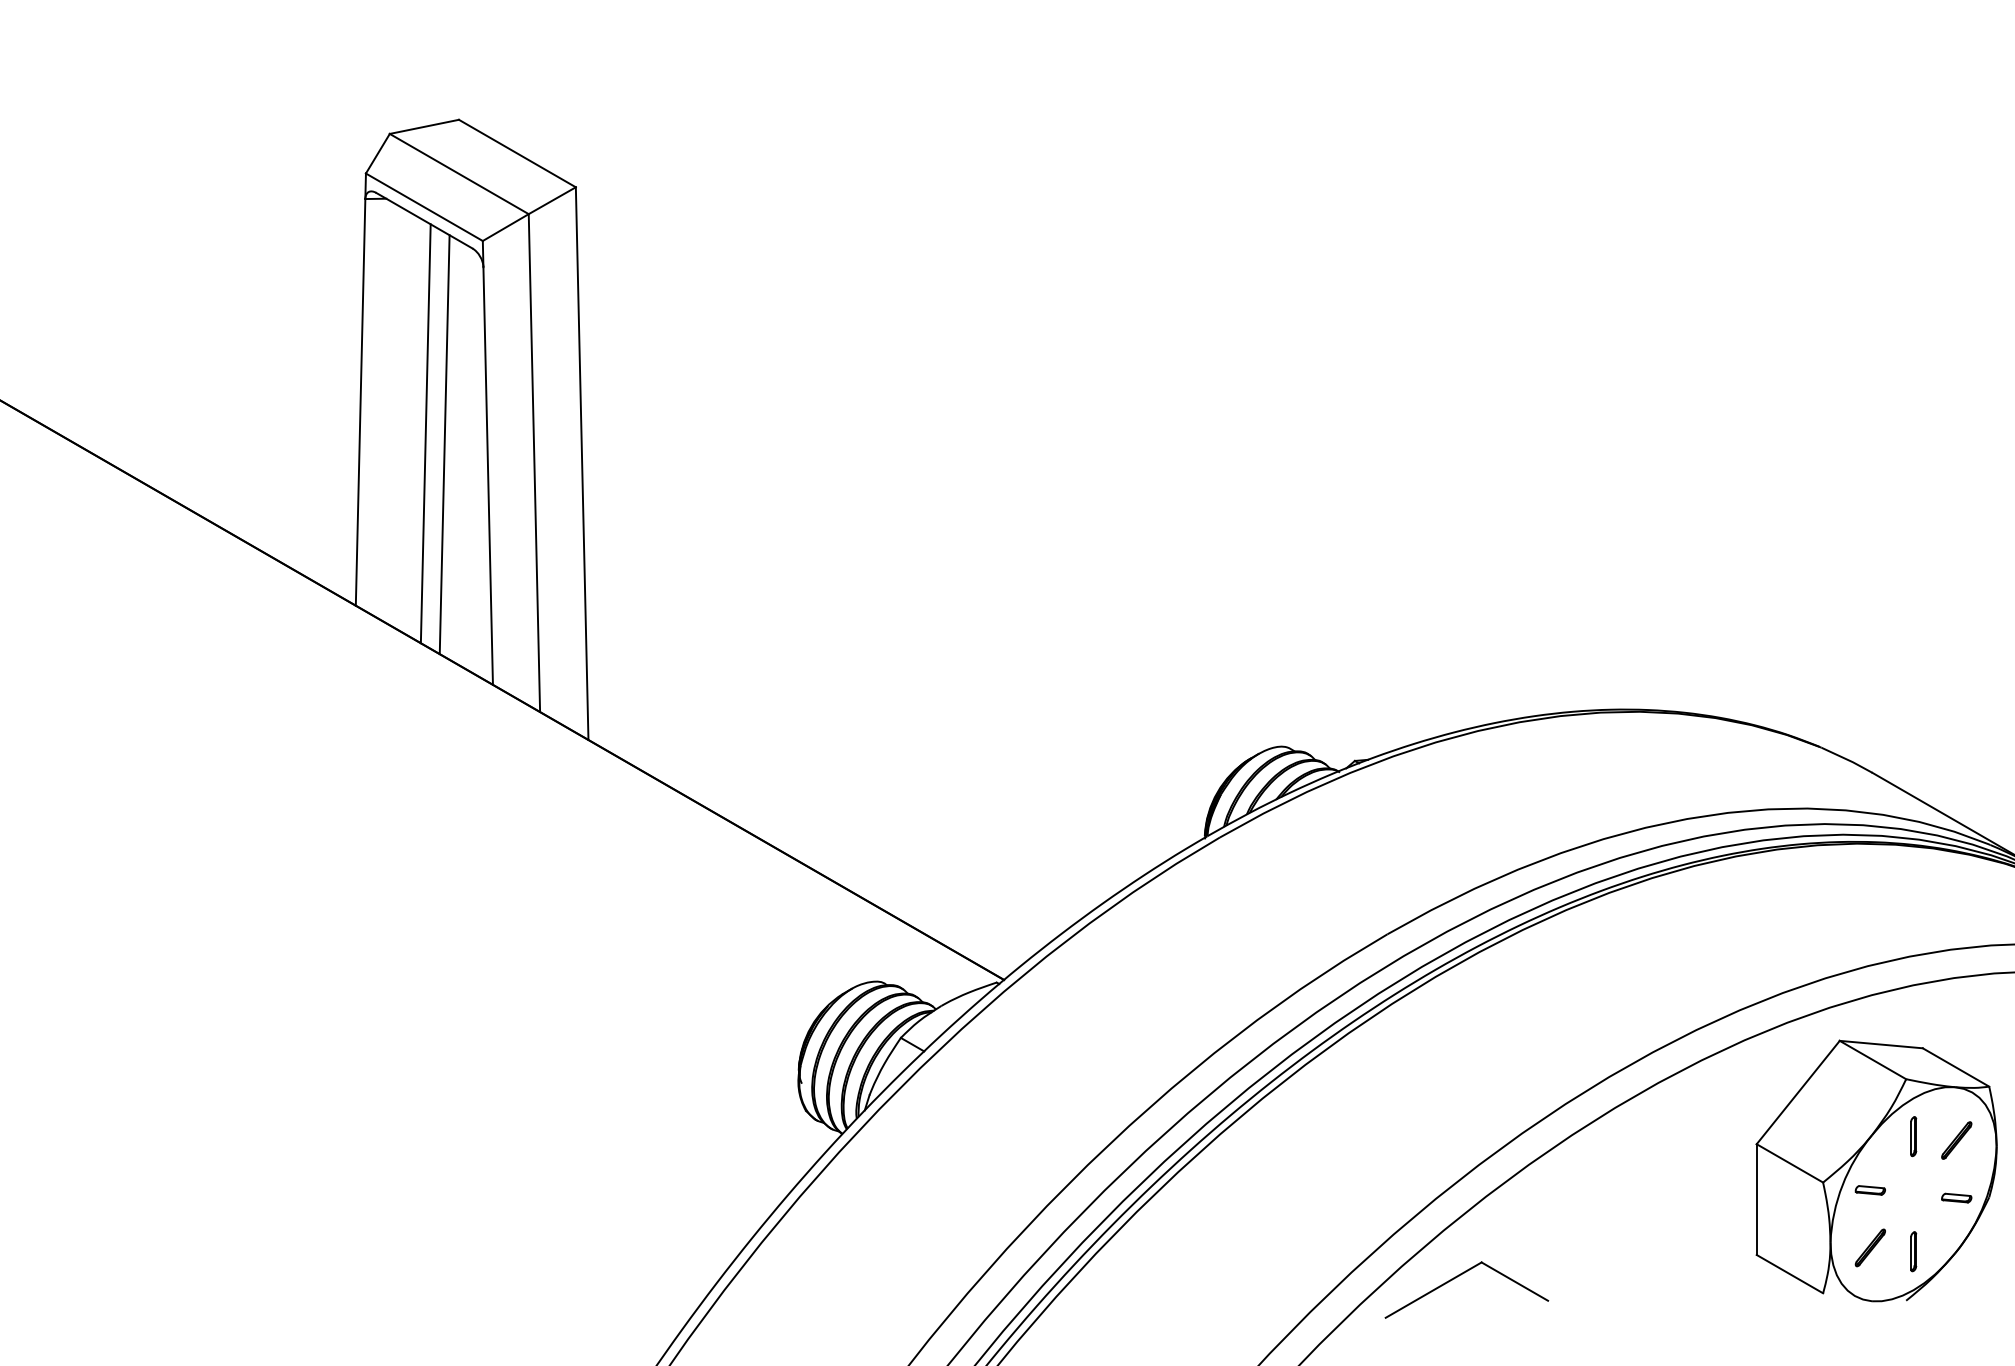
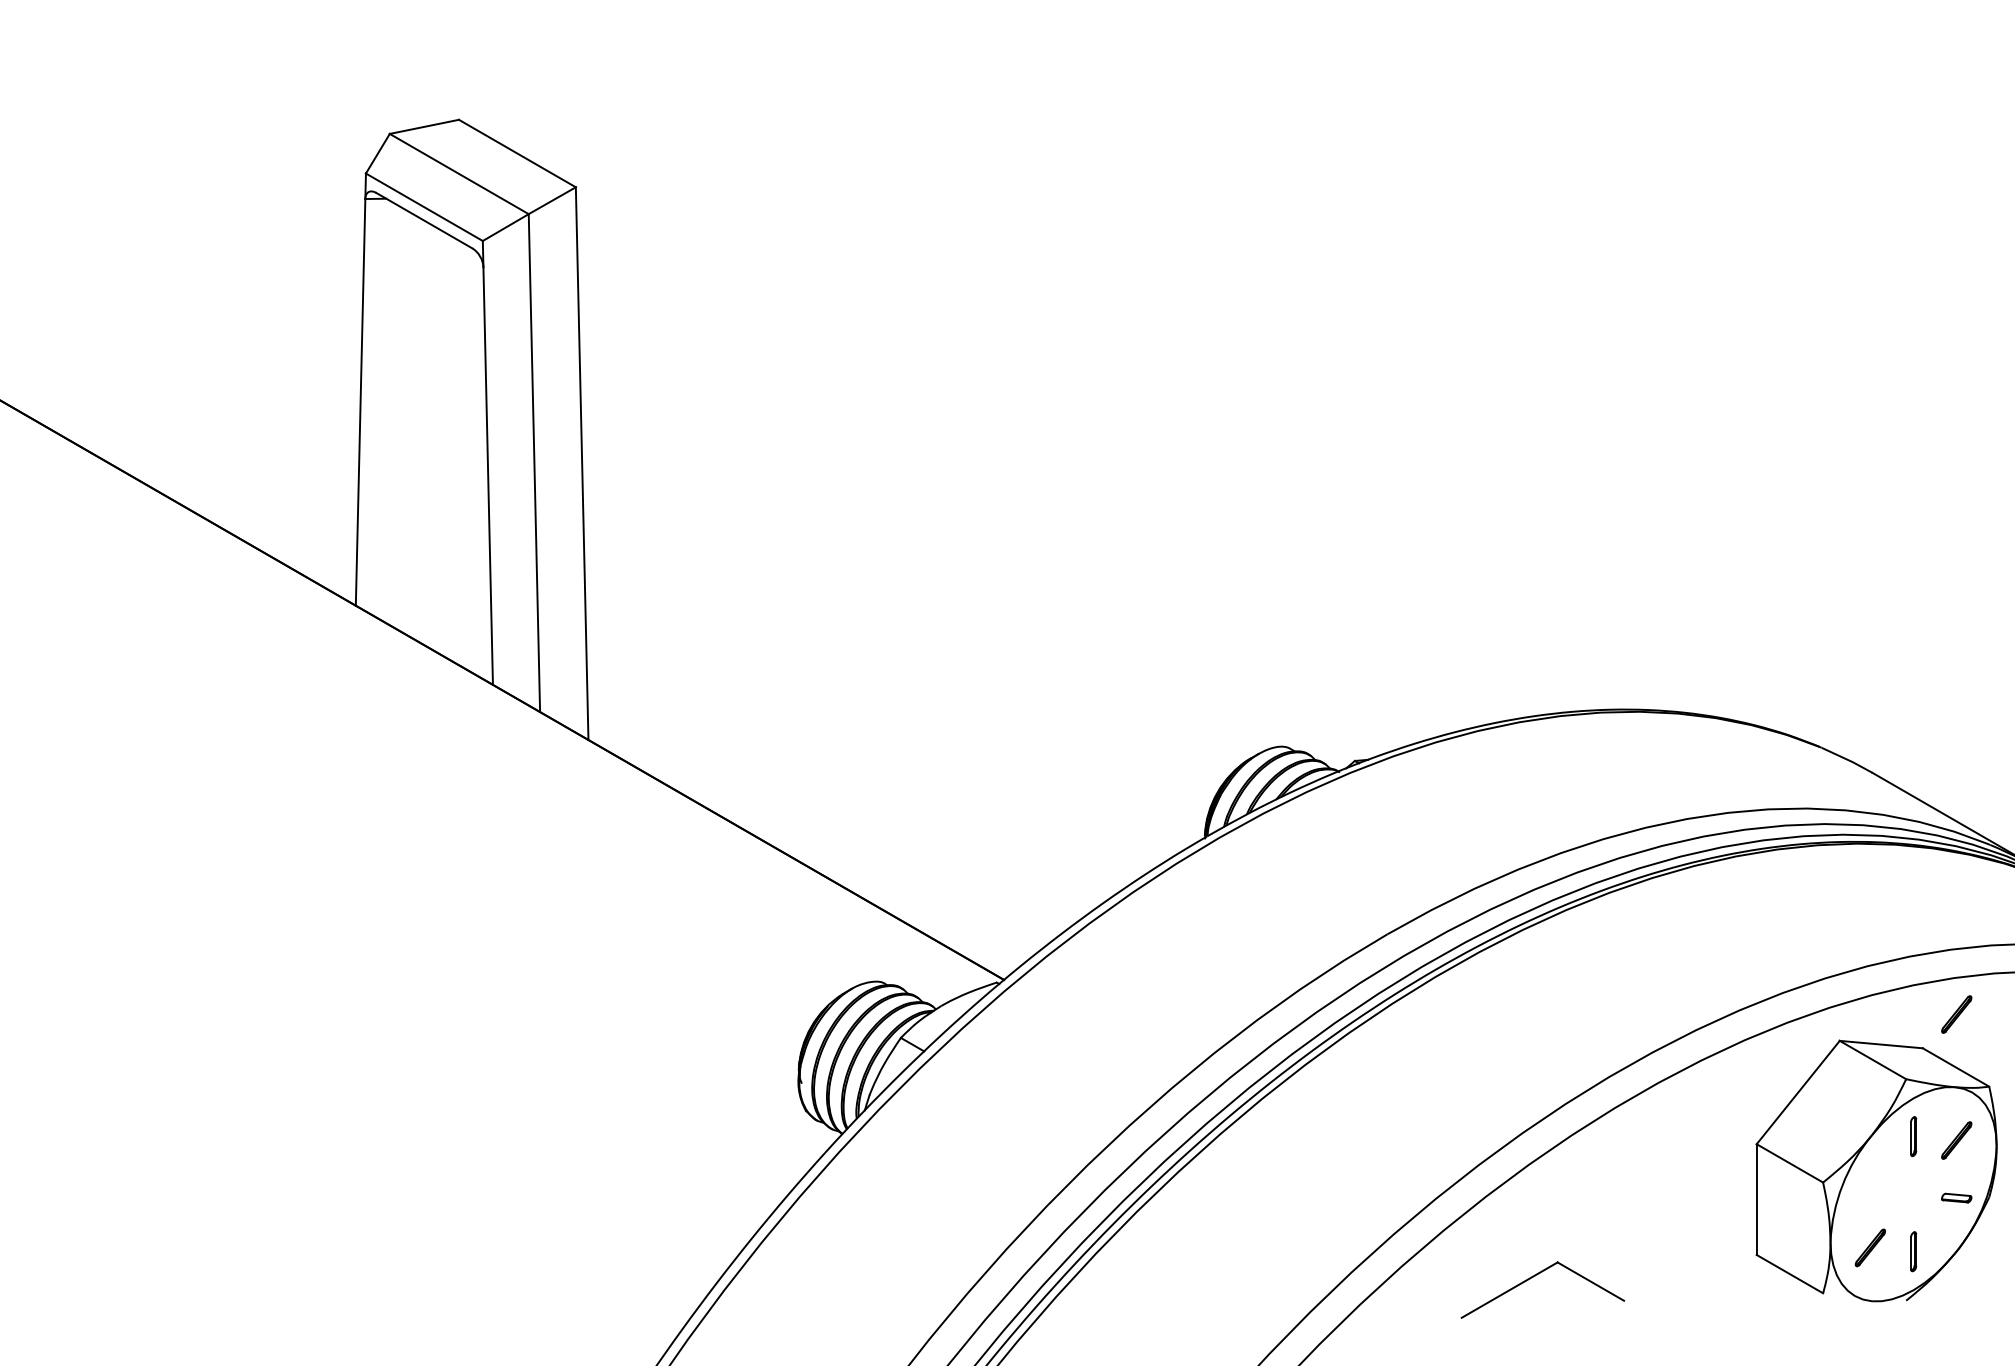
line at (425, 433): present -> none
line at (444, 444): present -> none
part at (1956, 1014): none -> present
part at (1869, 1190): present -> none
part at (1459, 1276) position: (1459, 1276) -> (1535, 1276)
